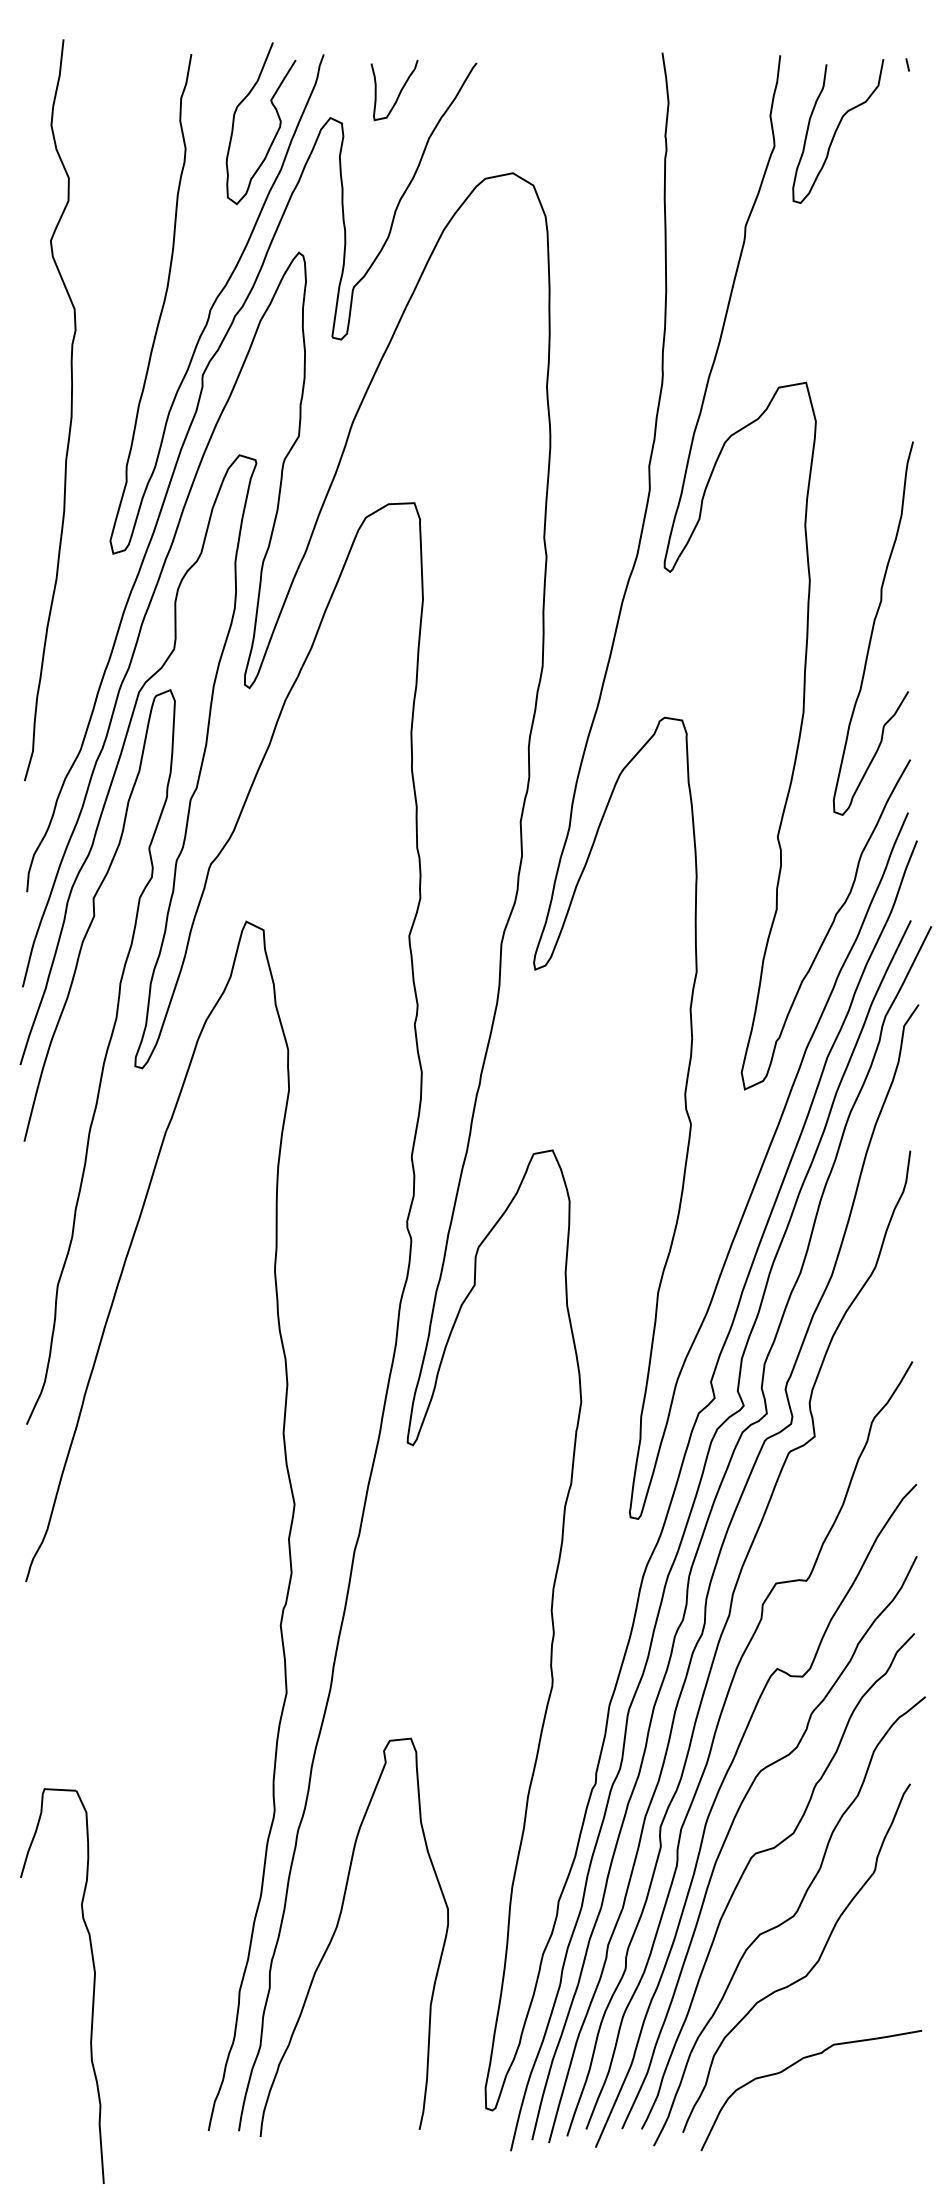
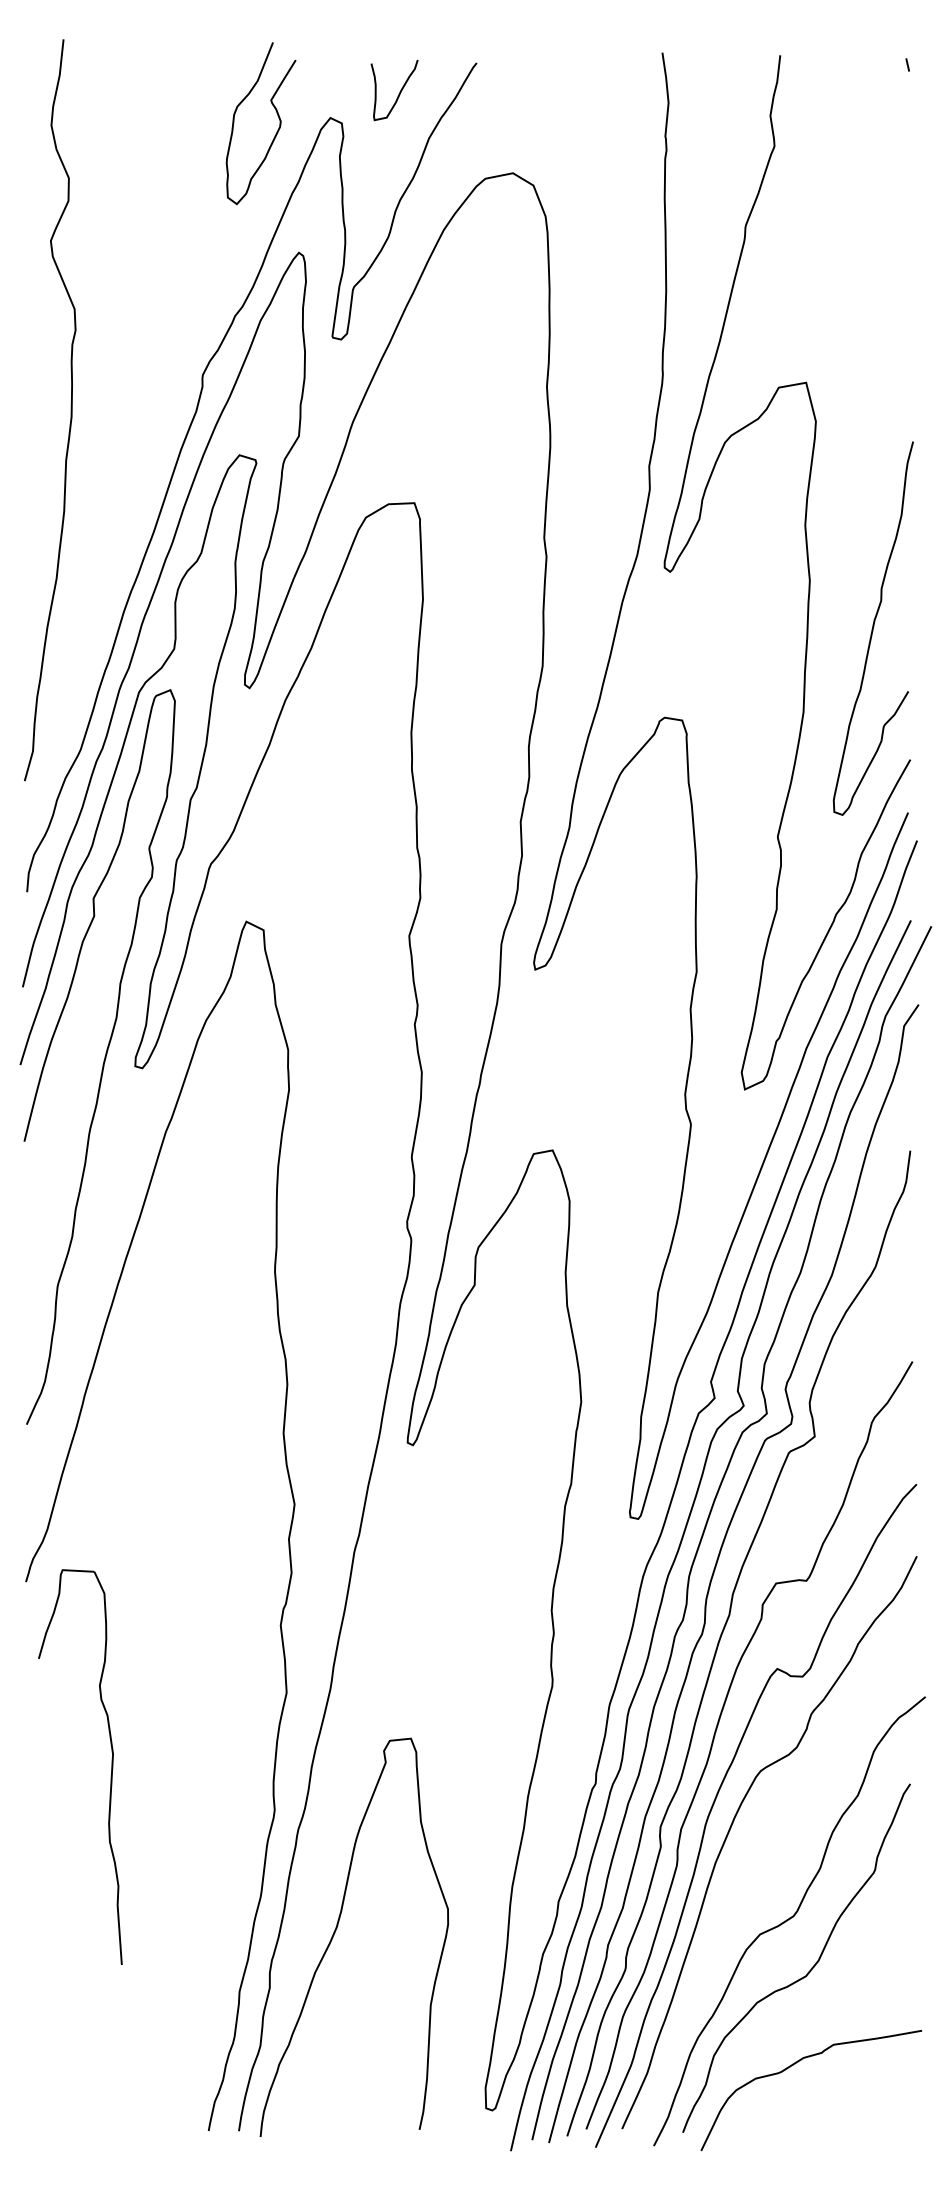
curve at (837, 130): present -> none
curve at (215, 303): present -> none
curve at (769, 1850): present -> none
part at (93, 1985) position: (93, 1985) -> (111, 1766)
